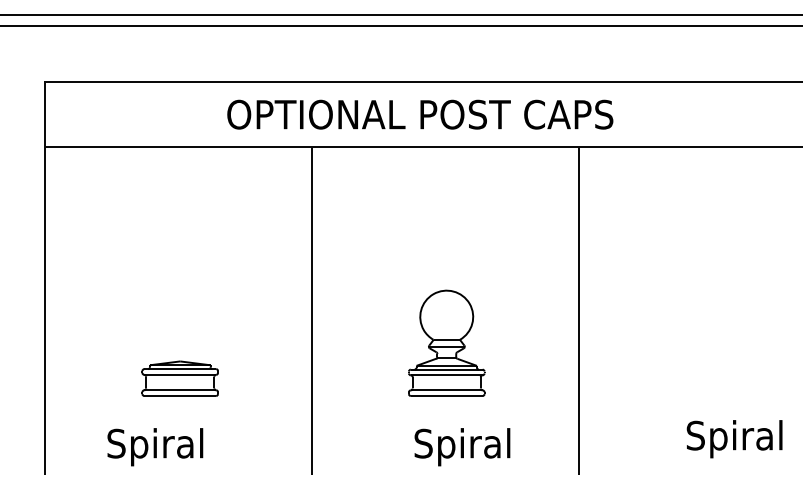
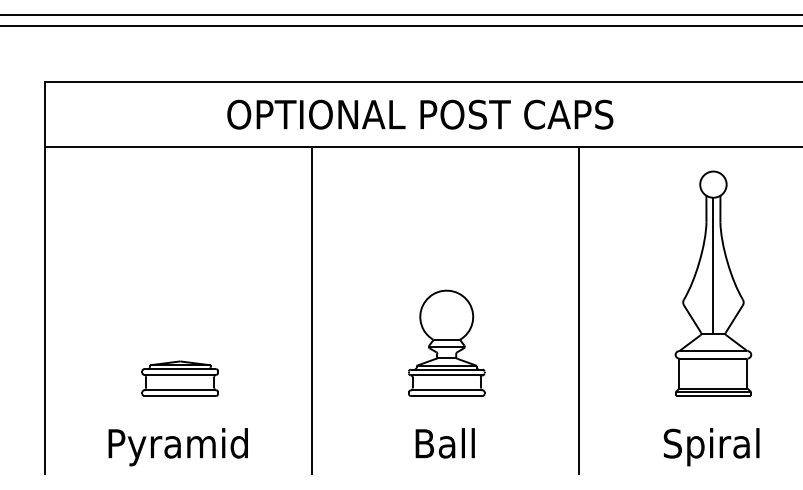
part at (713, 283): none -> present
text at (734, 439) position: (734, 439) -> (711, 447)
text at (177, 447): Spiral -> Pyramid
text at (462, 447): Spiral -> Ball
